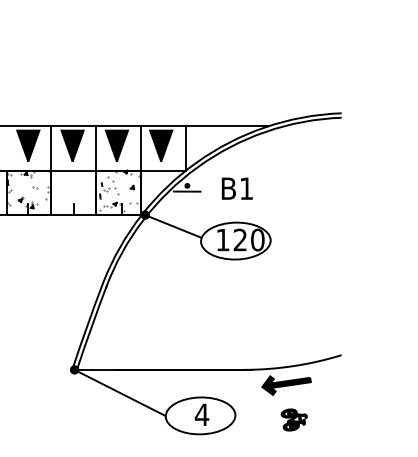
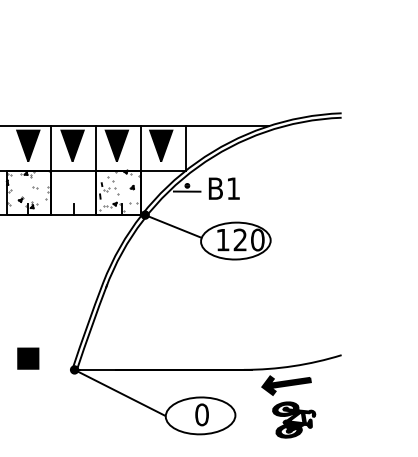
text at (237, 188) position: (237, 188) -> (224, 188)
part at (28, 358): none -> present
text at (201, 414): 4 -> 0
part at (293, 419) size: 28x24 px -> 45x38 px
